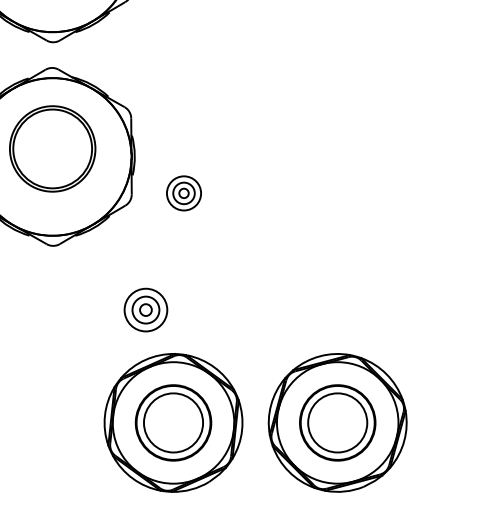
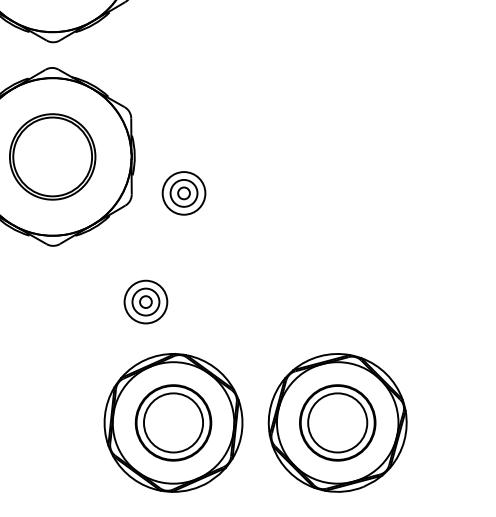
part at (52, 148) position: (52, 148) -> (52, 156)
part at (183, 193) size: 36x37 px -> 46x45 px
part at (145, 309) position: (145, 309) -> (145, 301)
